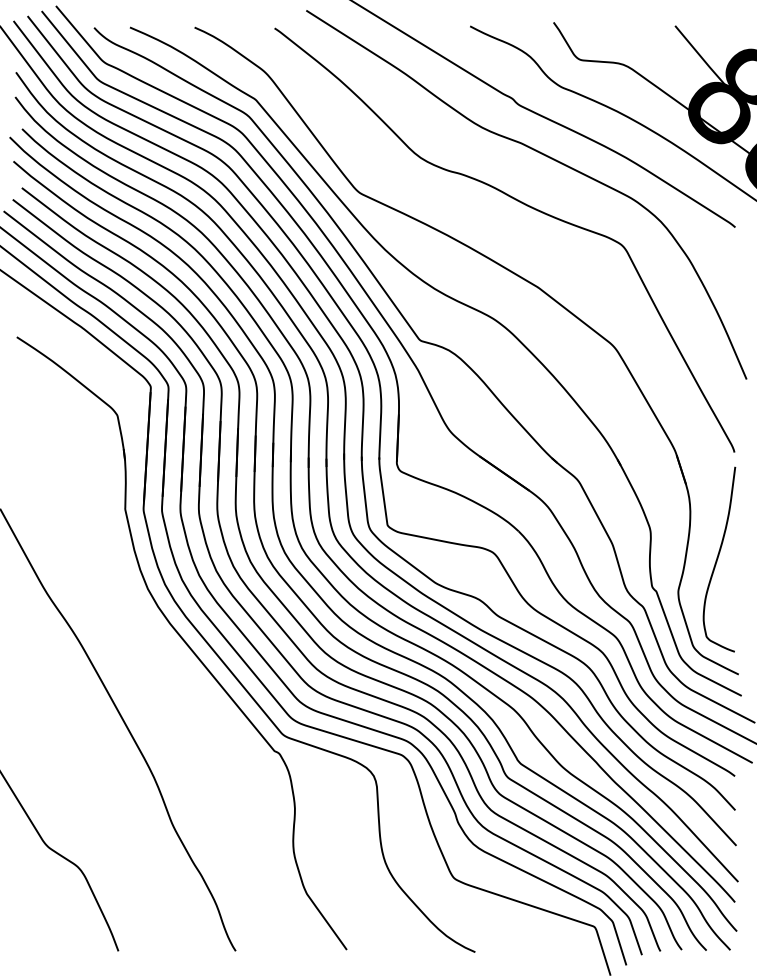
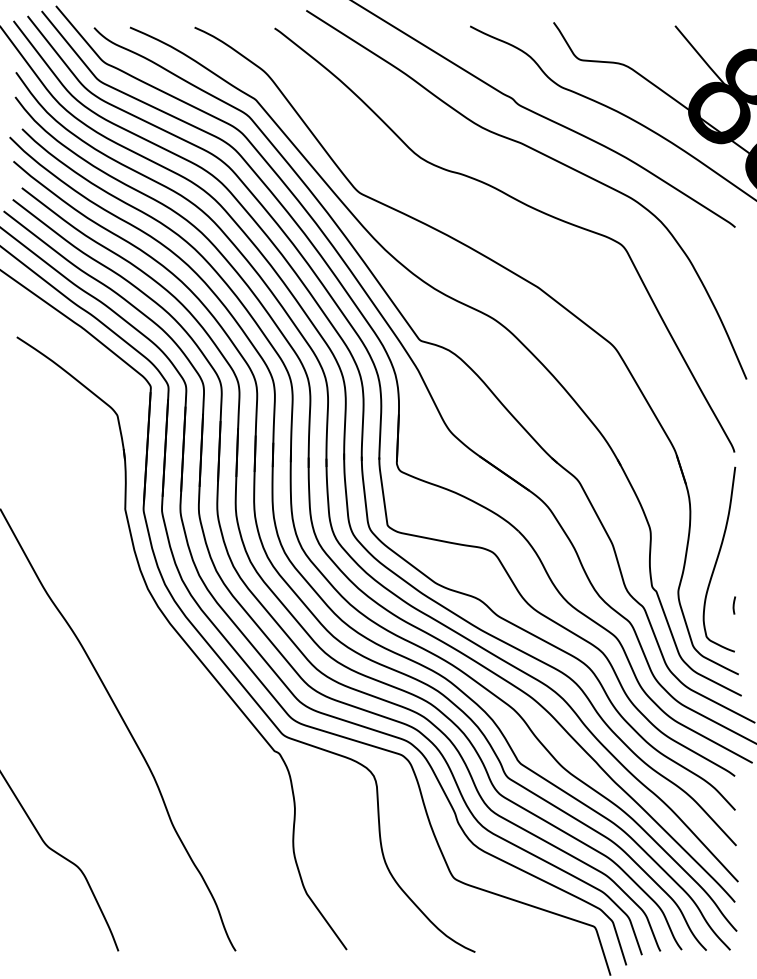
curve at (733, 605): none -> present
